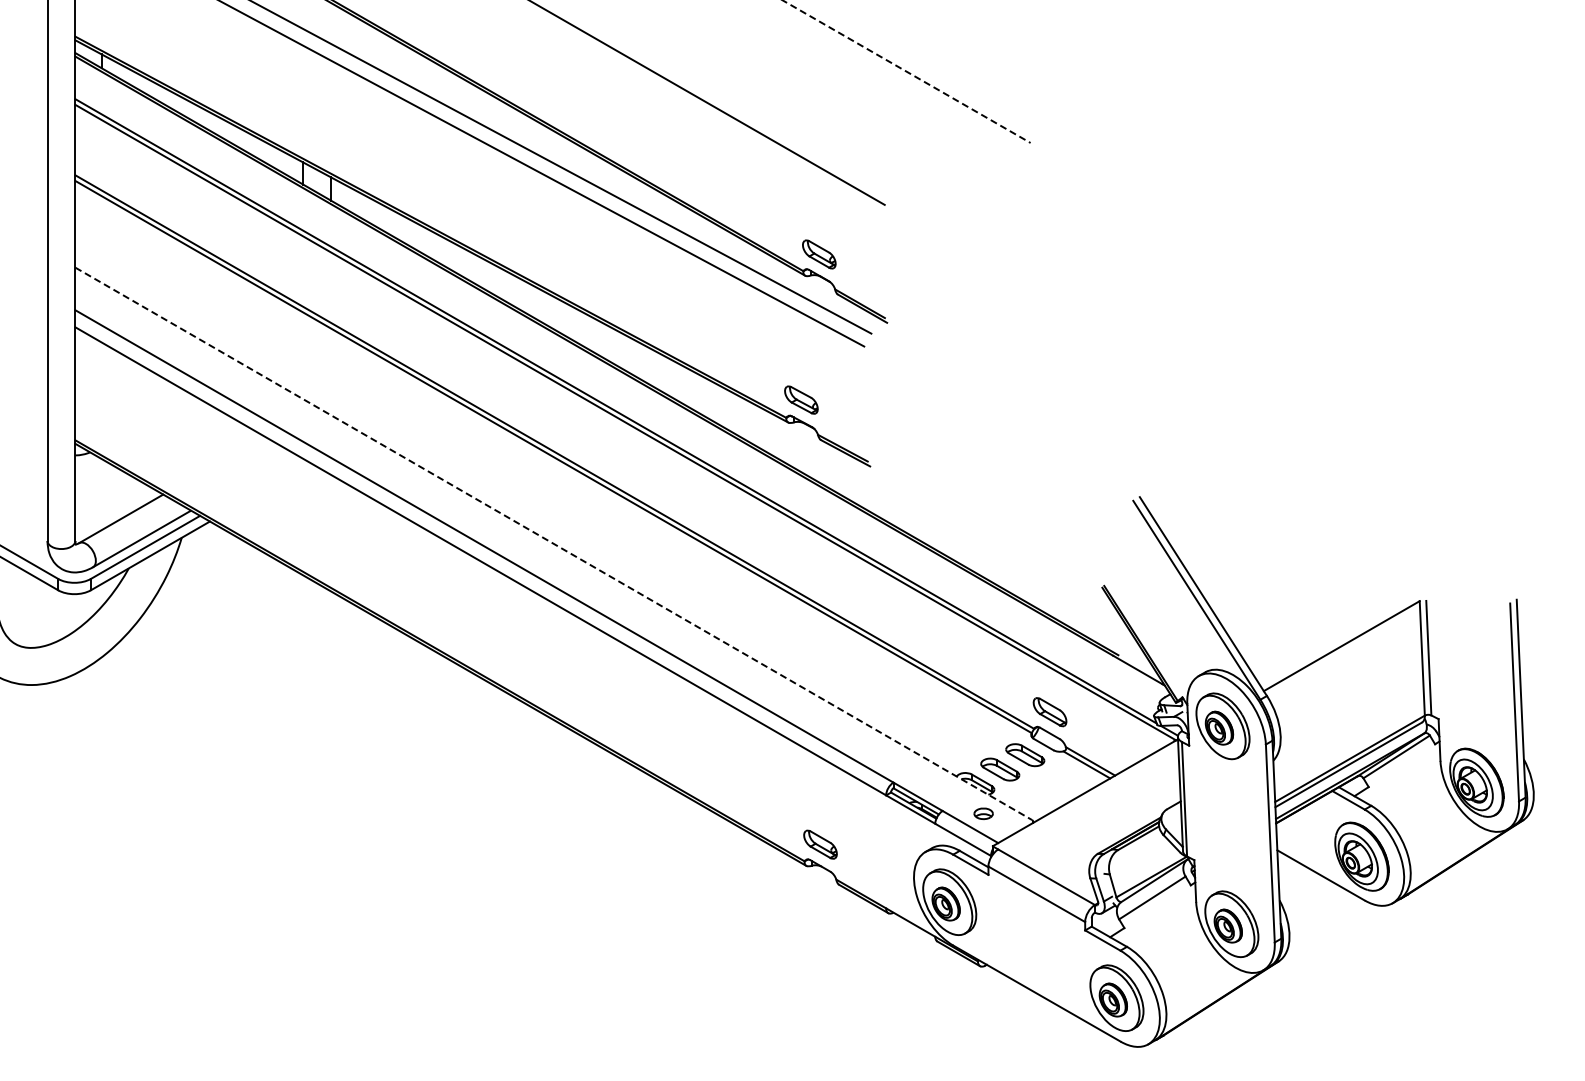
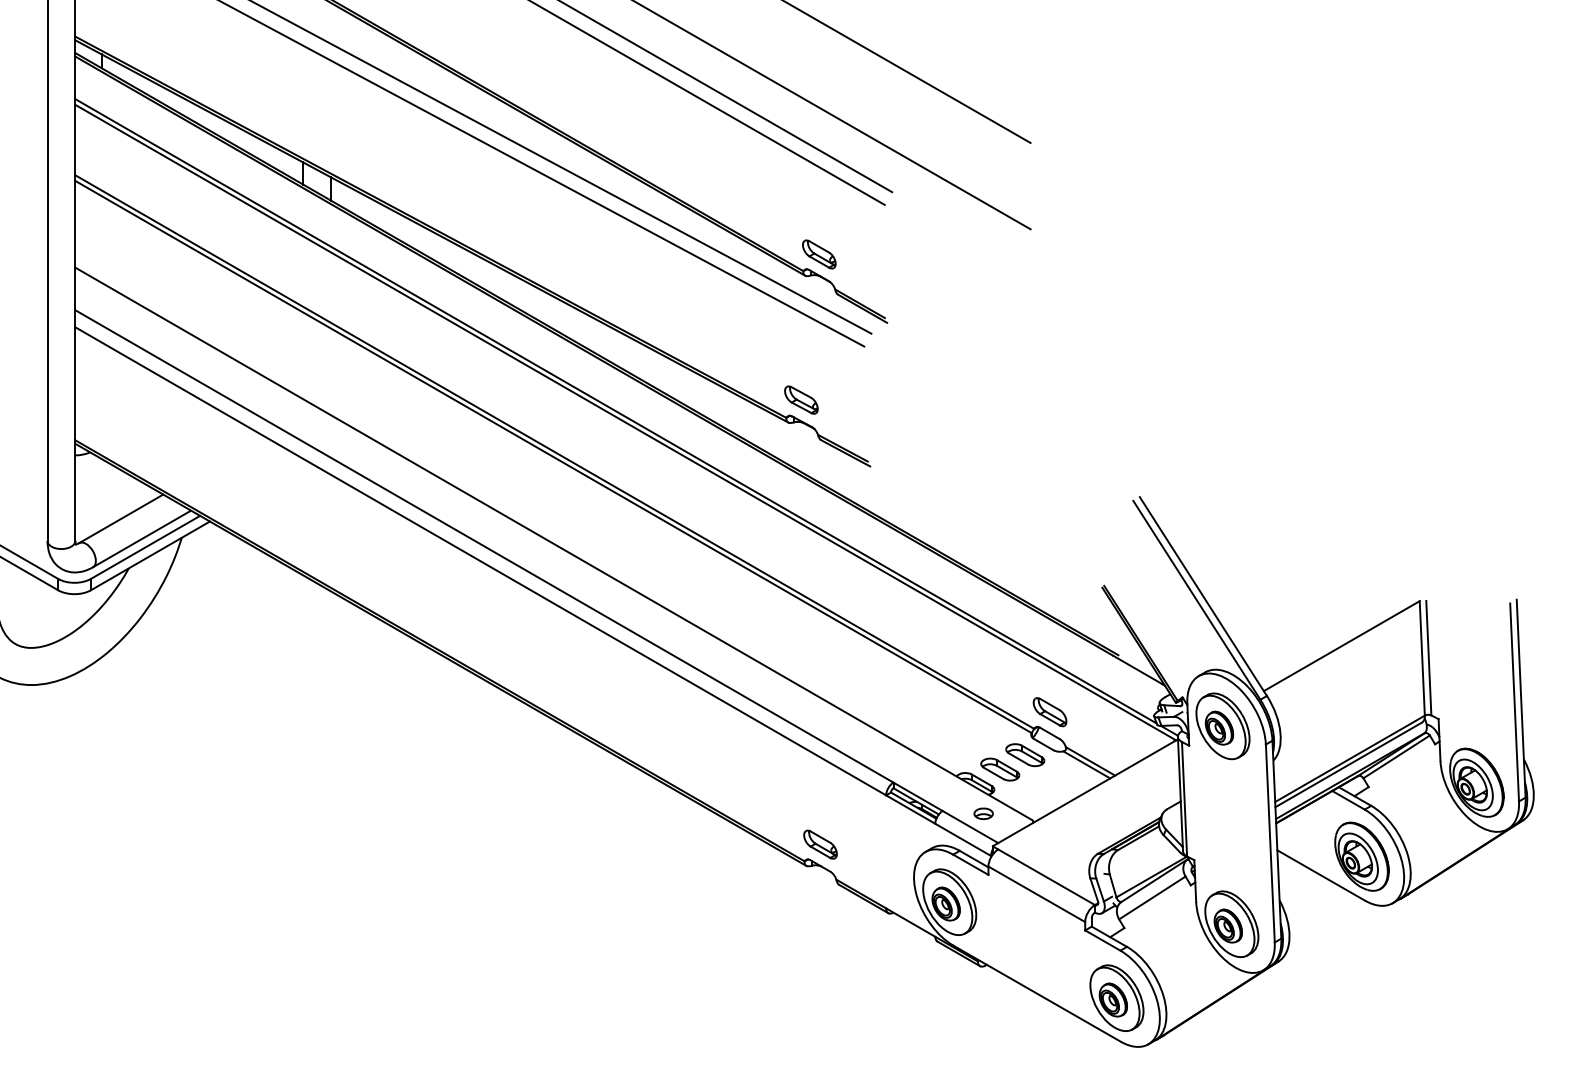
line at (906, 71): dashed -> solid
line at (726, 97): none -> present
line at (832, 115): none -> present
line at (554, 544): dashed -> solid
